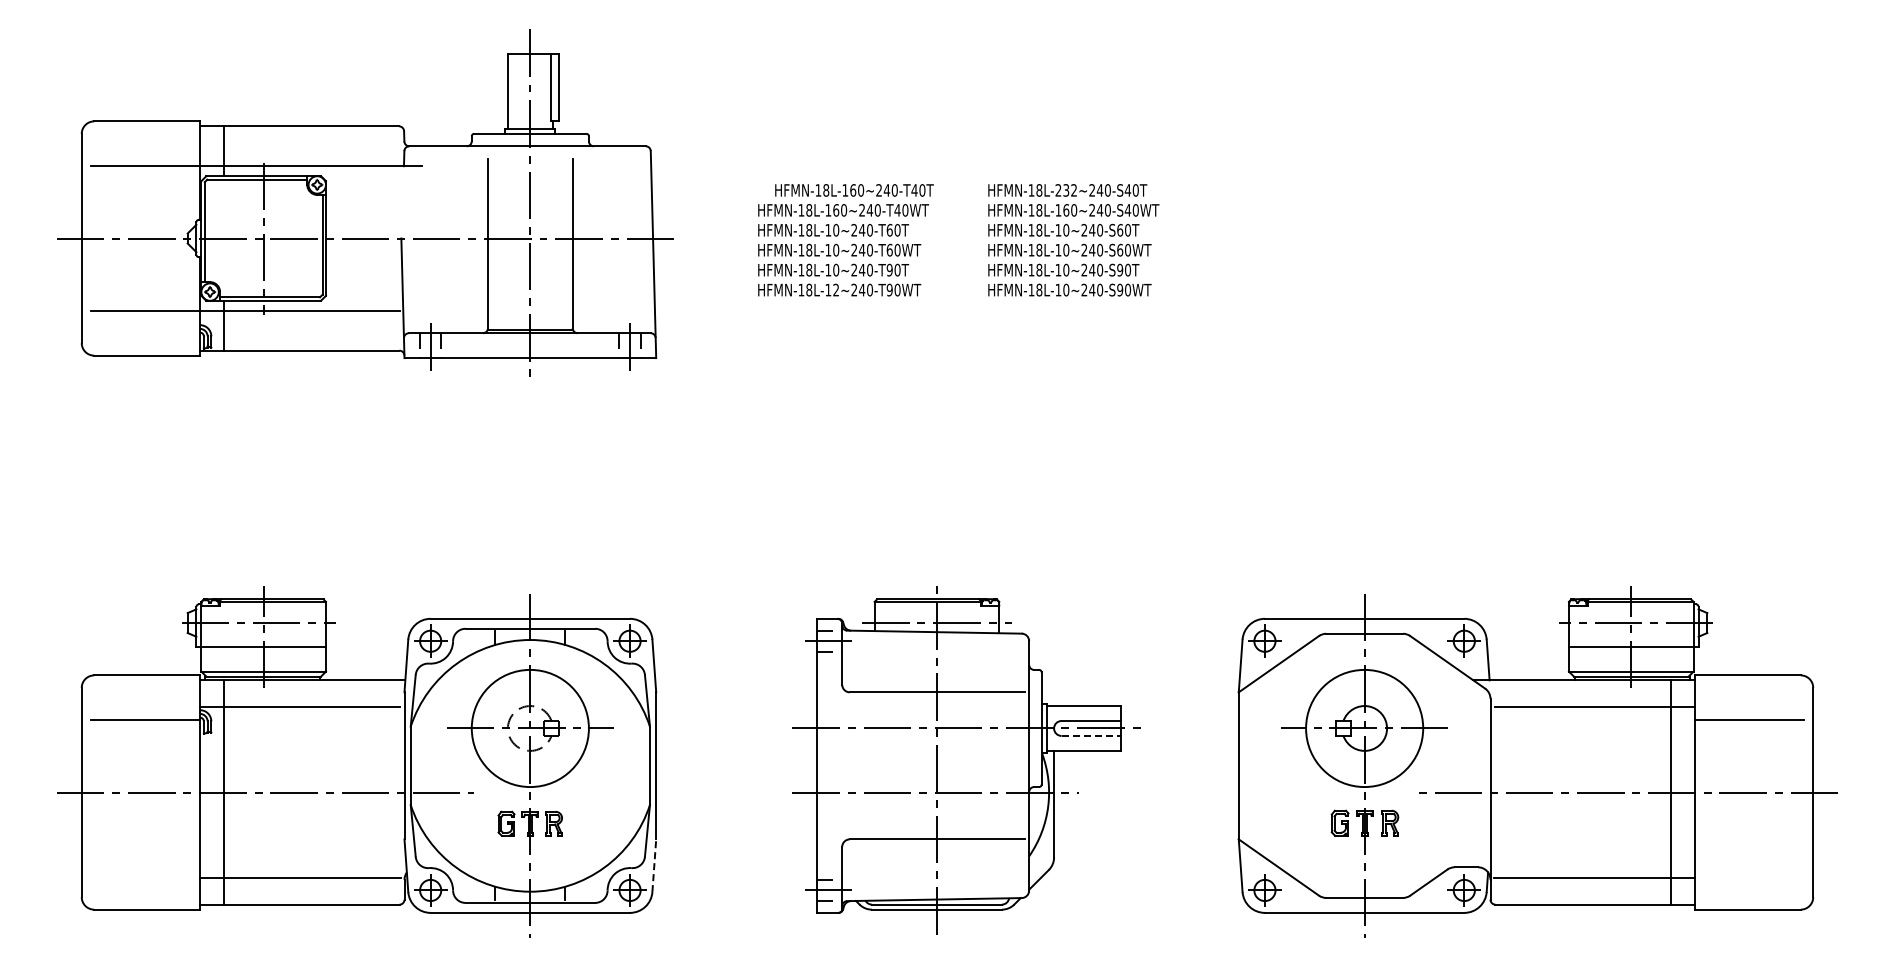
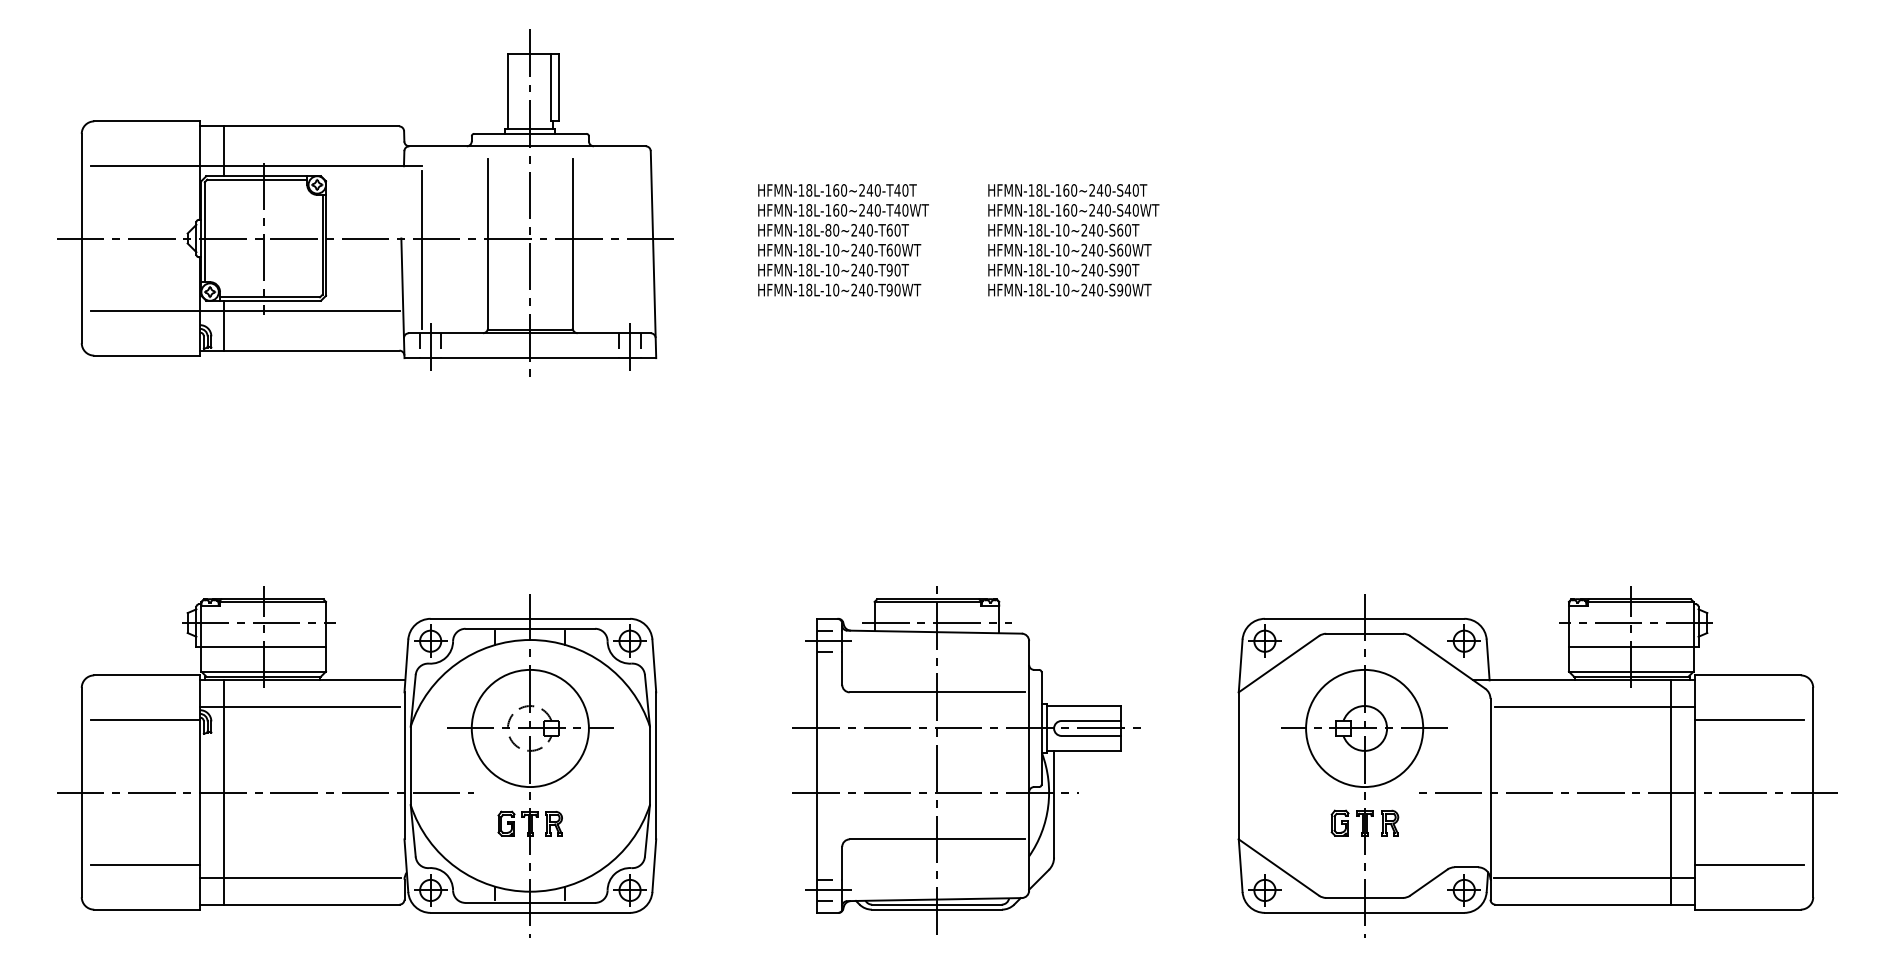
text at (854, 190) position: (854, 190) -> (837, 190)
text at (1066, 190): HFMN-18L-232~240-S40T -> HFMN-18L-160~240-S40T
text at (828, 229): HFMN-18L-10~240-T60T -> HFMN-18L-80~240-T60T
line at (421, 250): none -> present
text at (836, 289): HFMN-18L-12~240-T90WT -> HFMN-18L-10~240-T90WT
line at (1091, 735): dashed -> solid
line at (145, 864): none -> present
line at (1749, 864): none -> present
line at (654, 865): dashed -> solid
